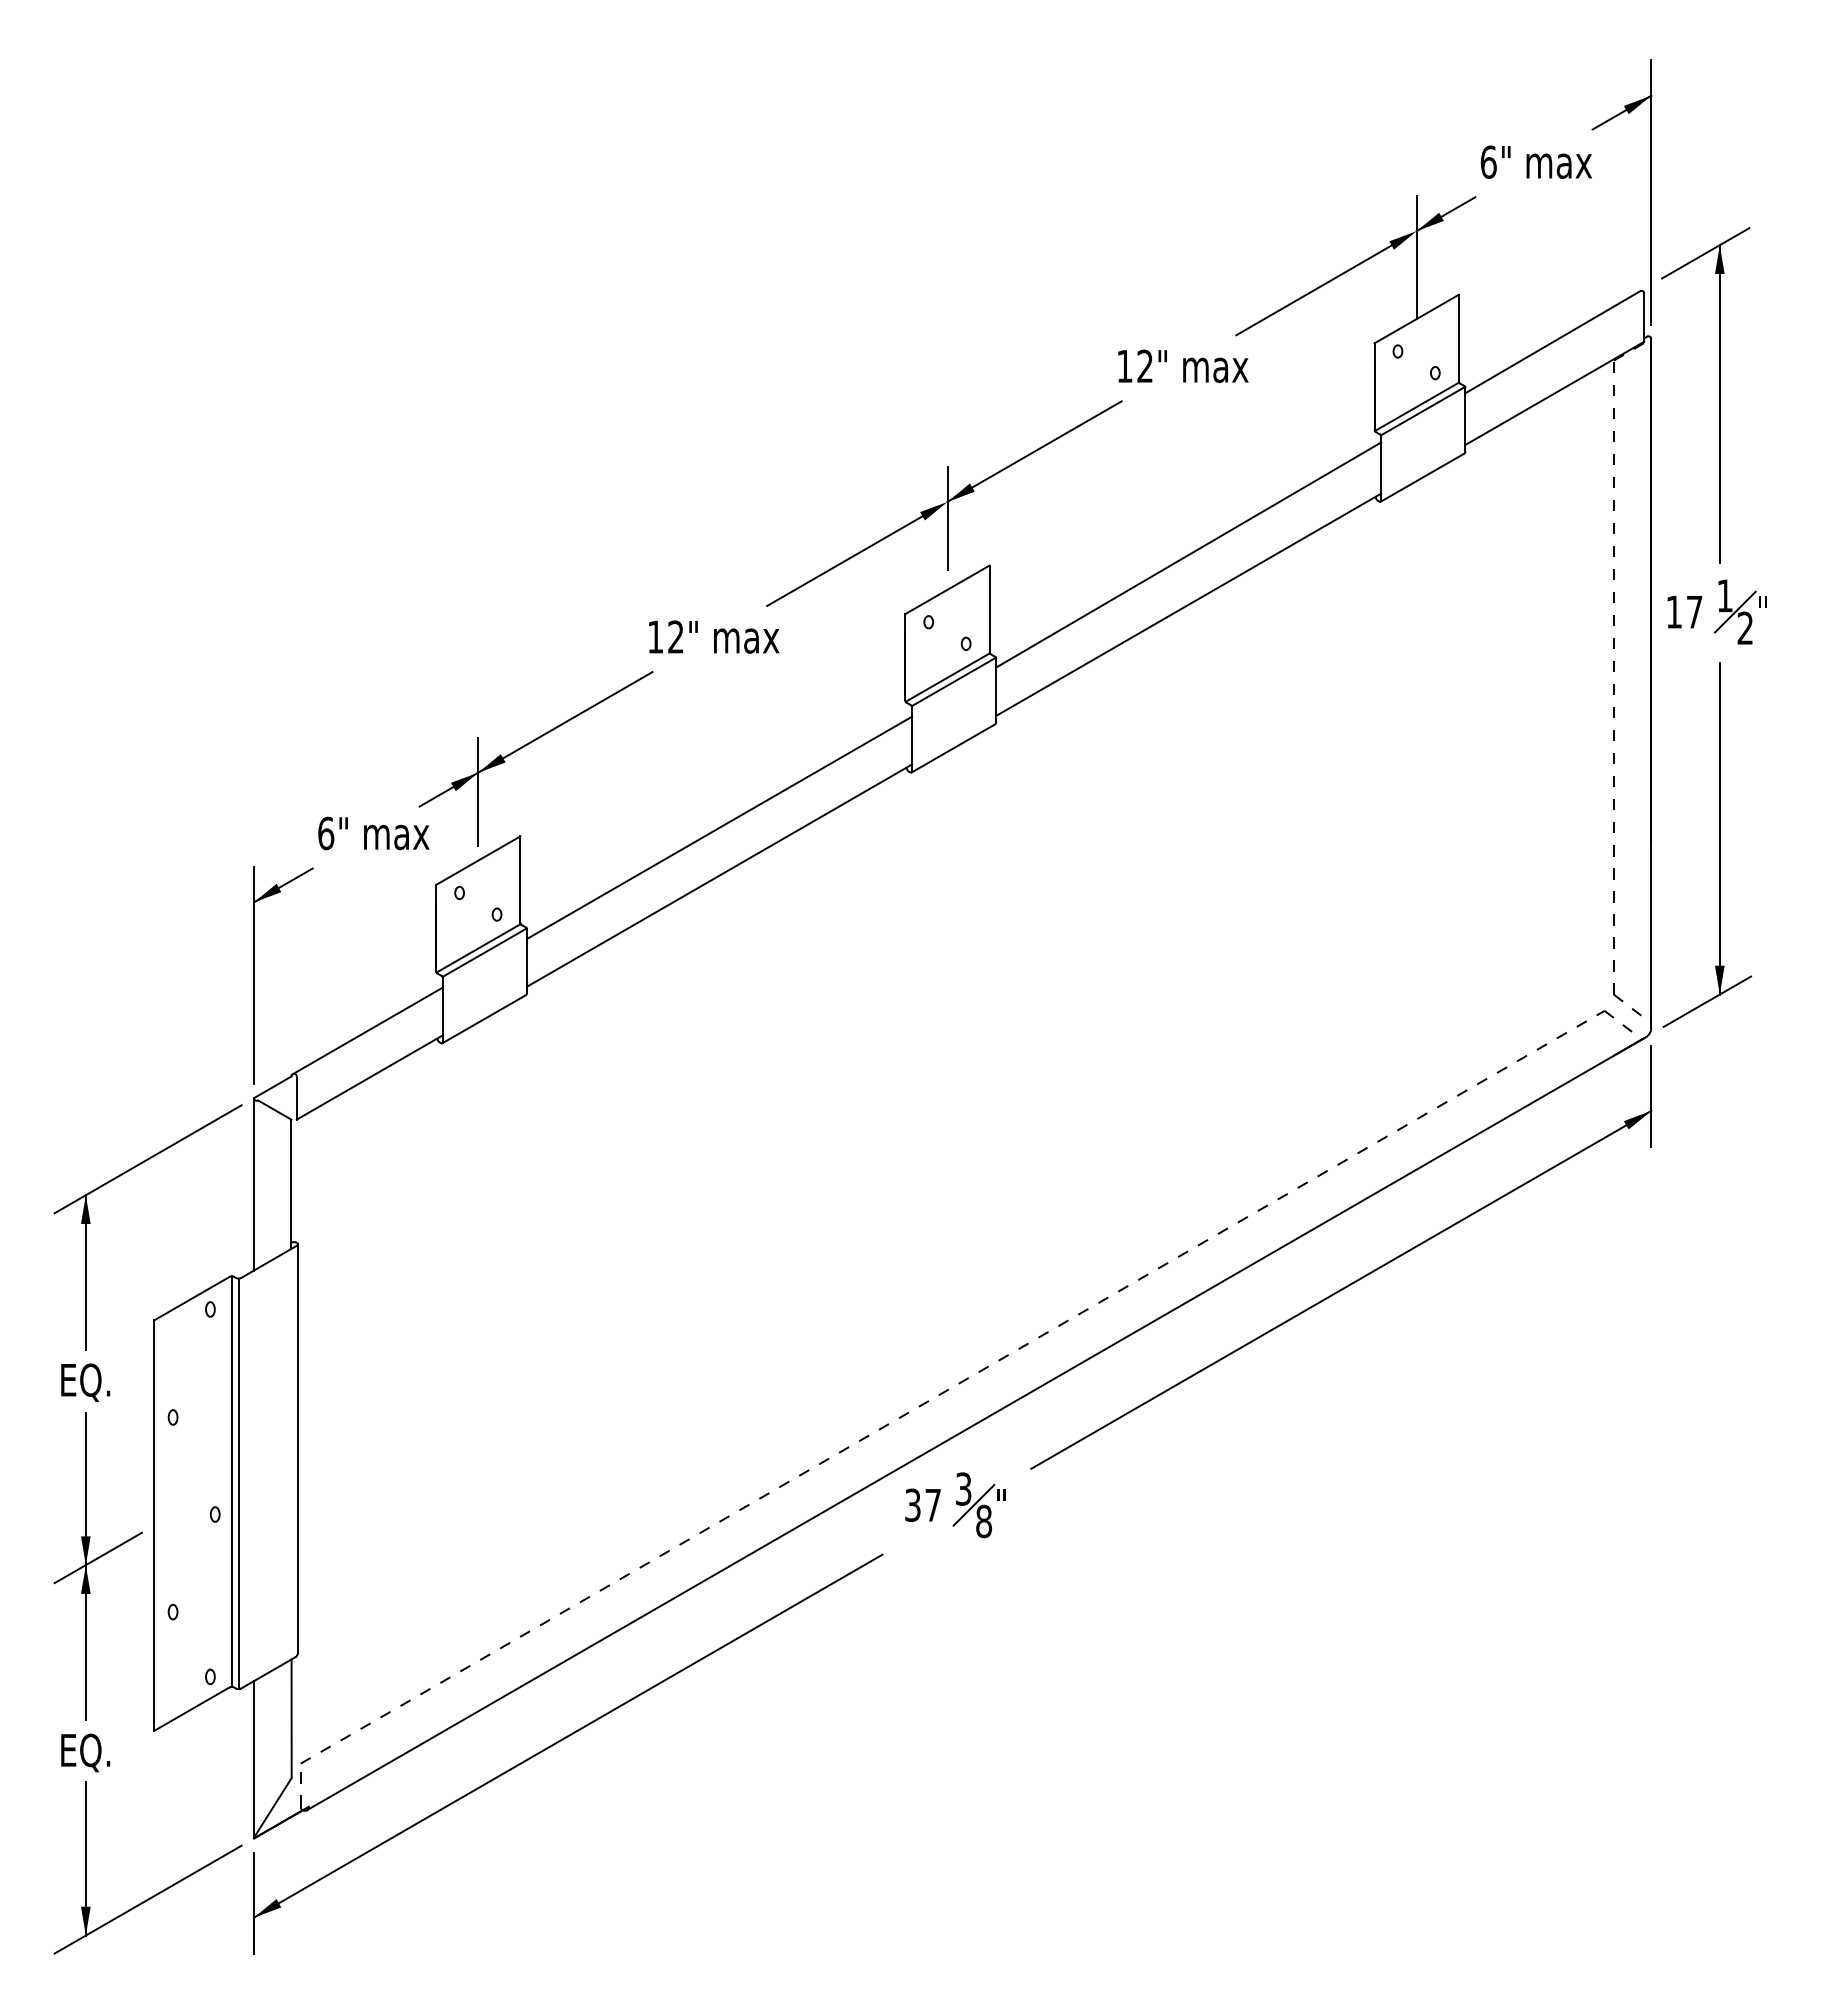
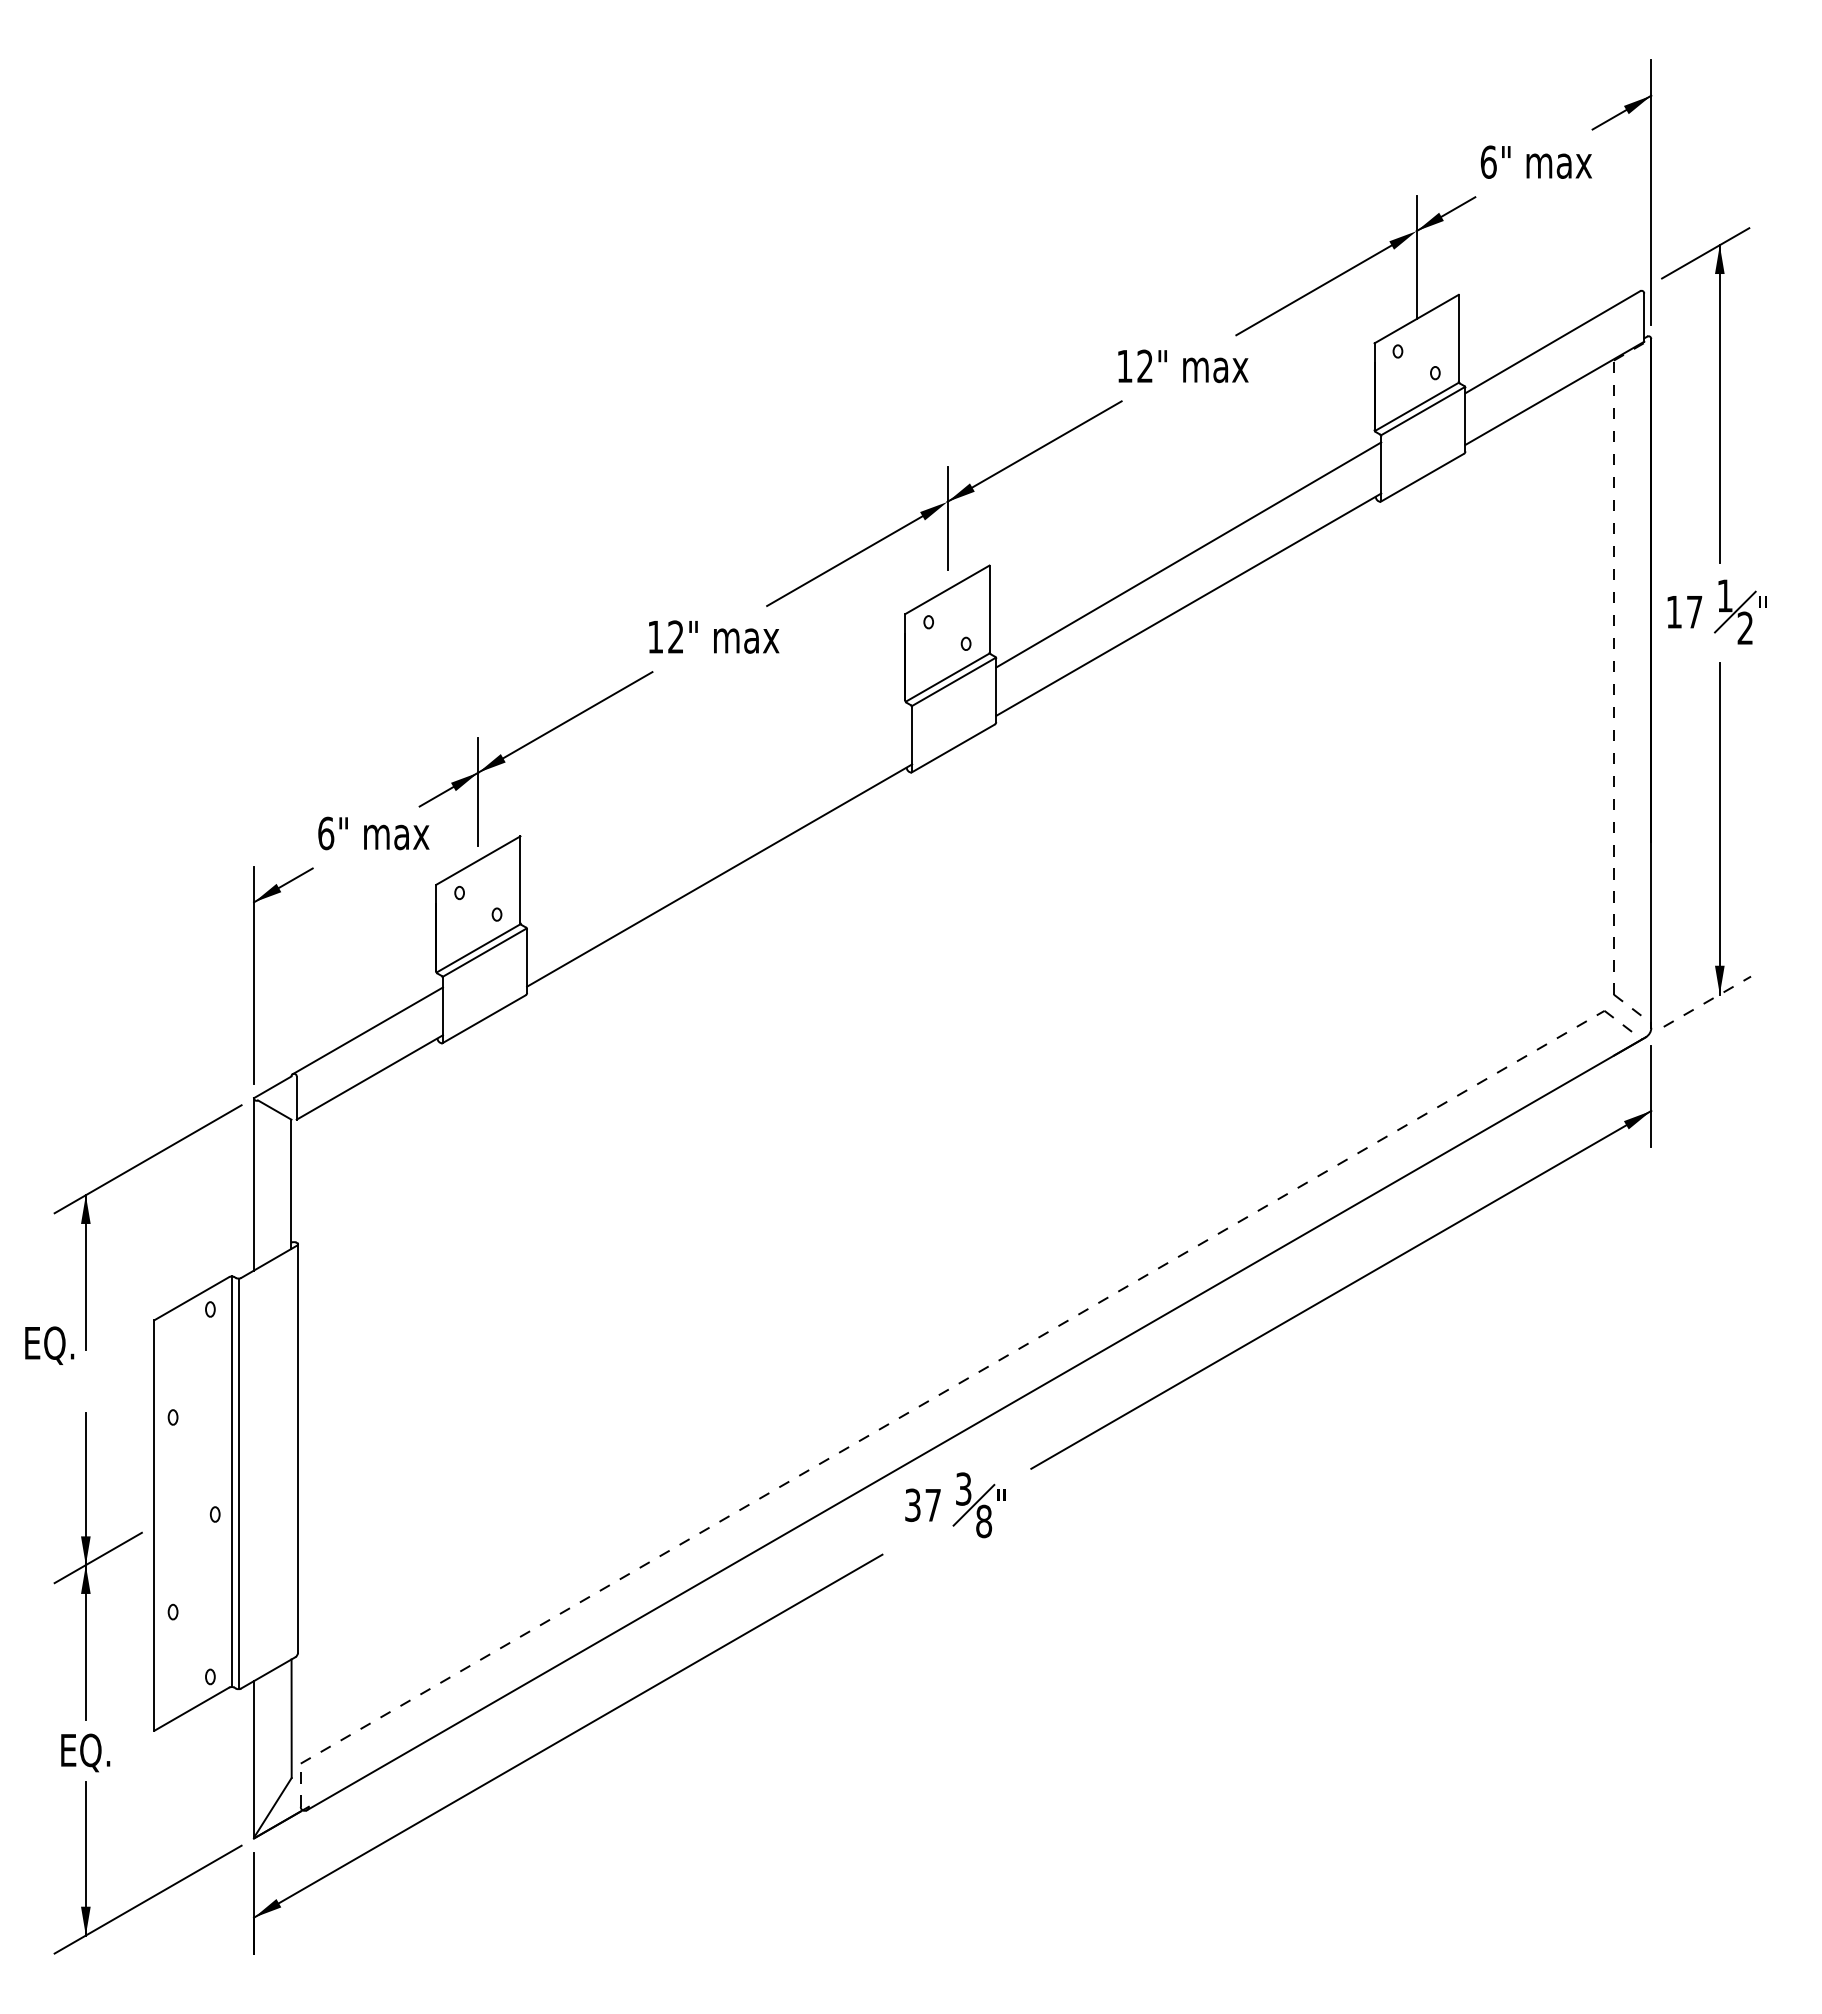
line at (719, 827): present -> none
line at (1707, 1001): solid -> dashed
text at (85, 1382) position: (85, 1382) -> (49, 1345)
